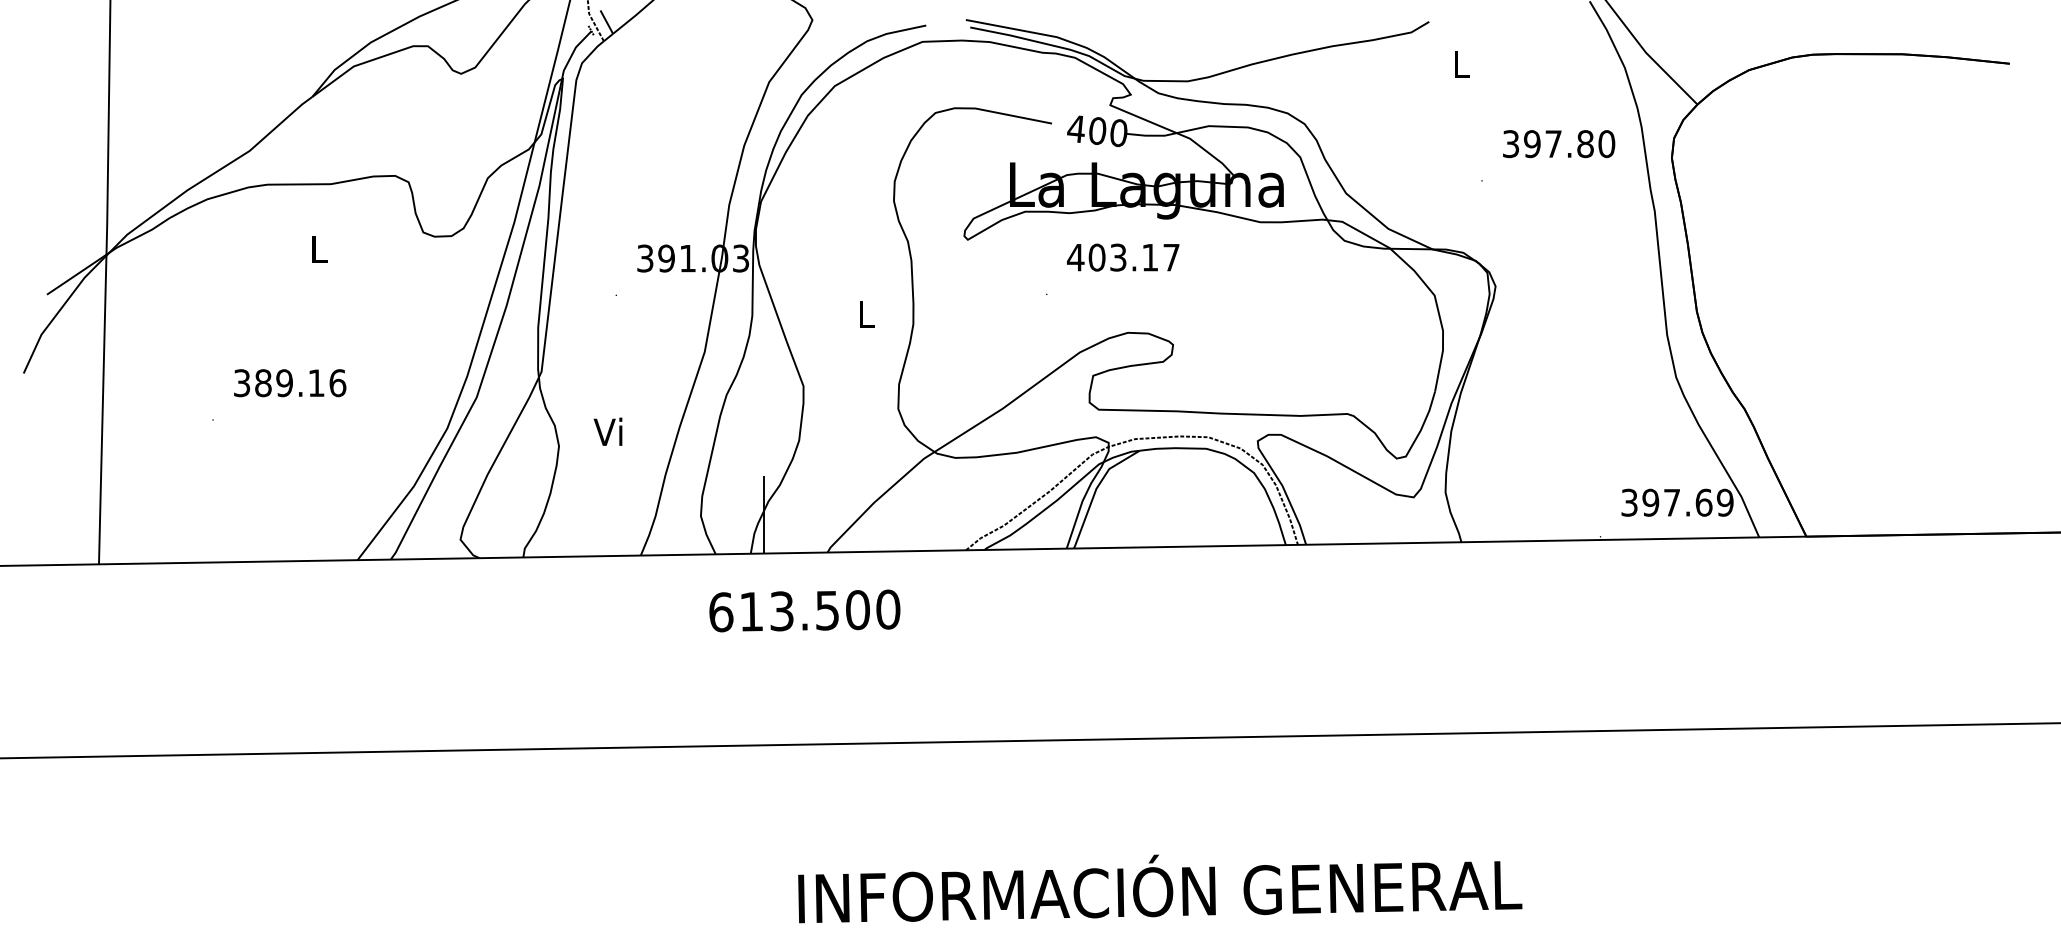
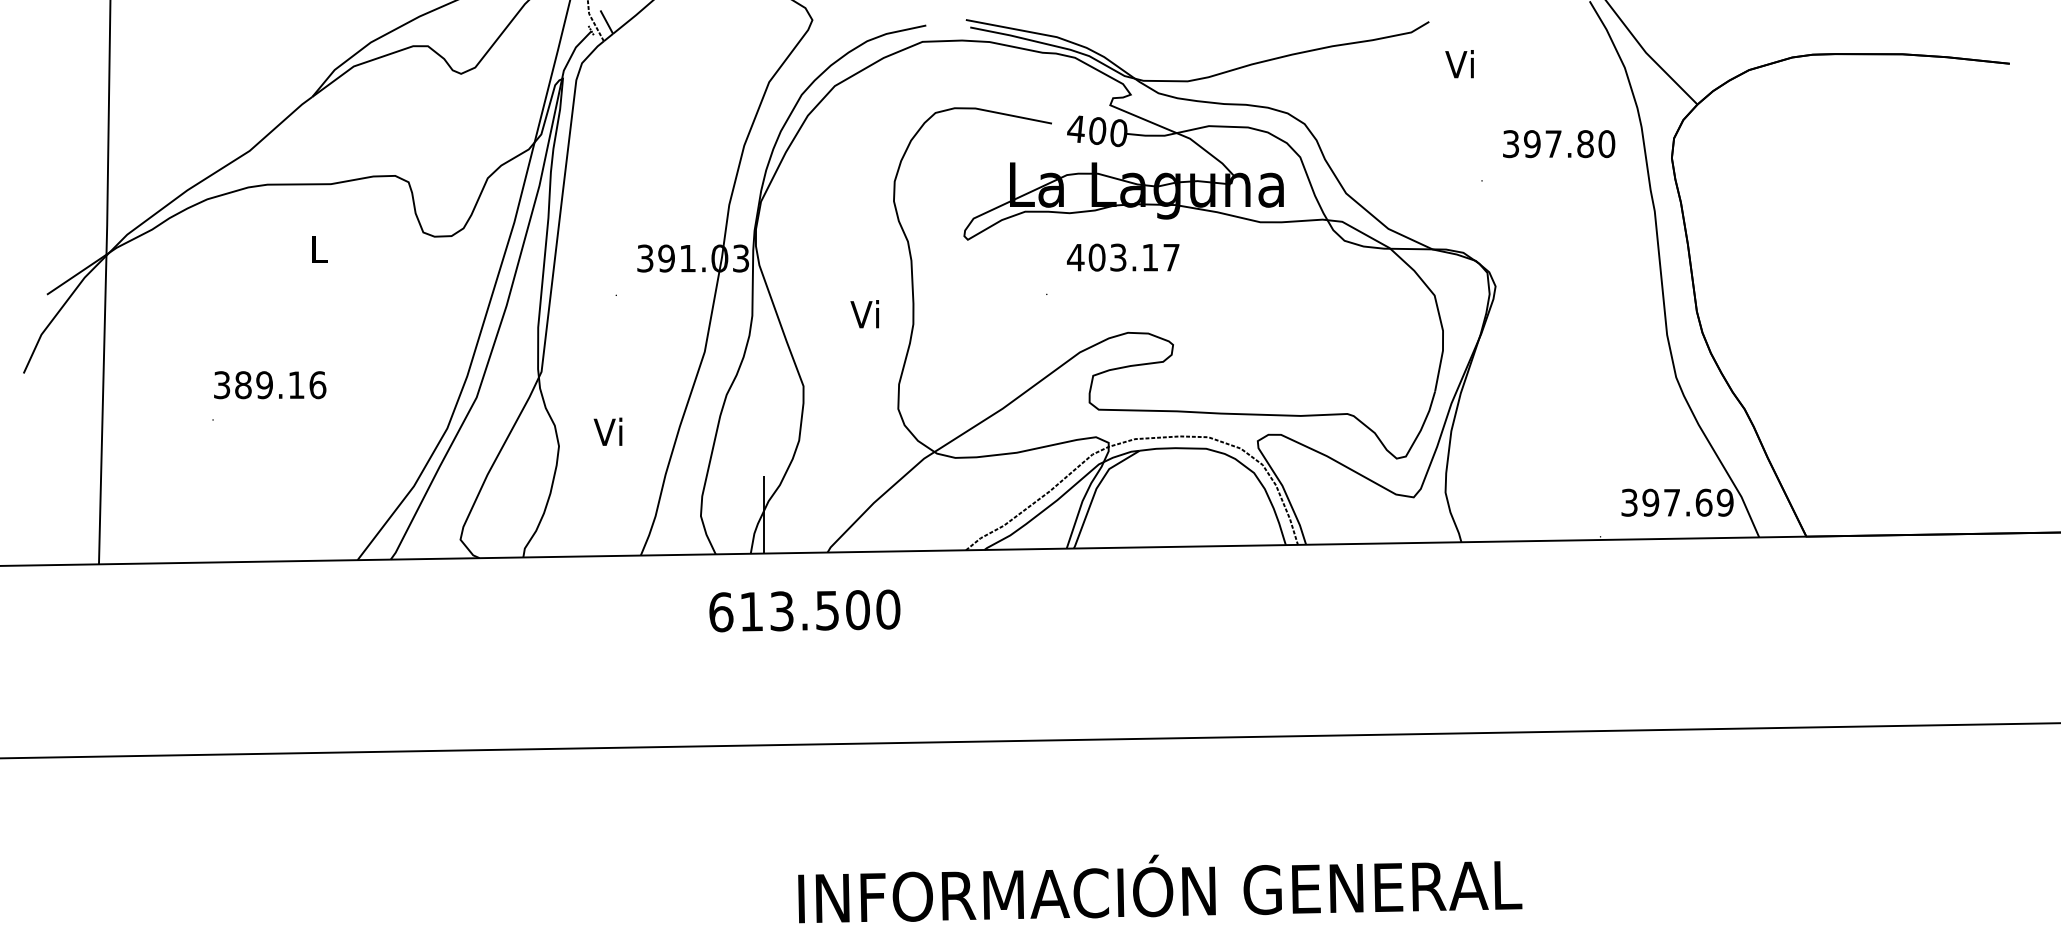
text at (1459, 64): L -> Vi
text at (864, 314): L -> Vi
text at (290, 383) position: (290, 383) -> (270, 385)
